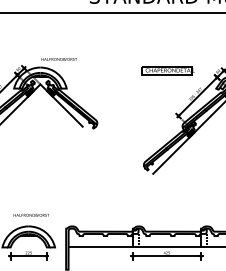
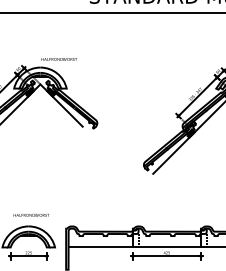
part at (167, 70): present -> none
